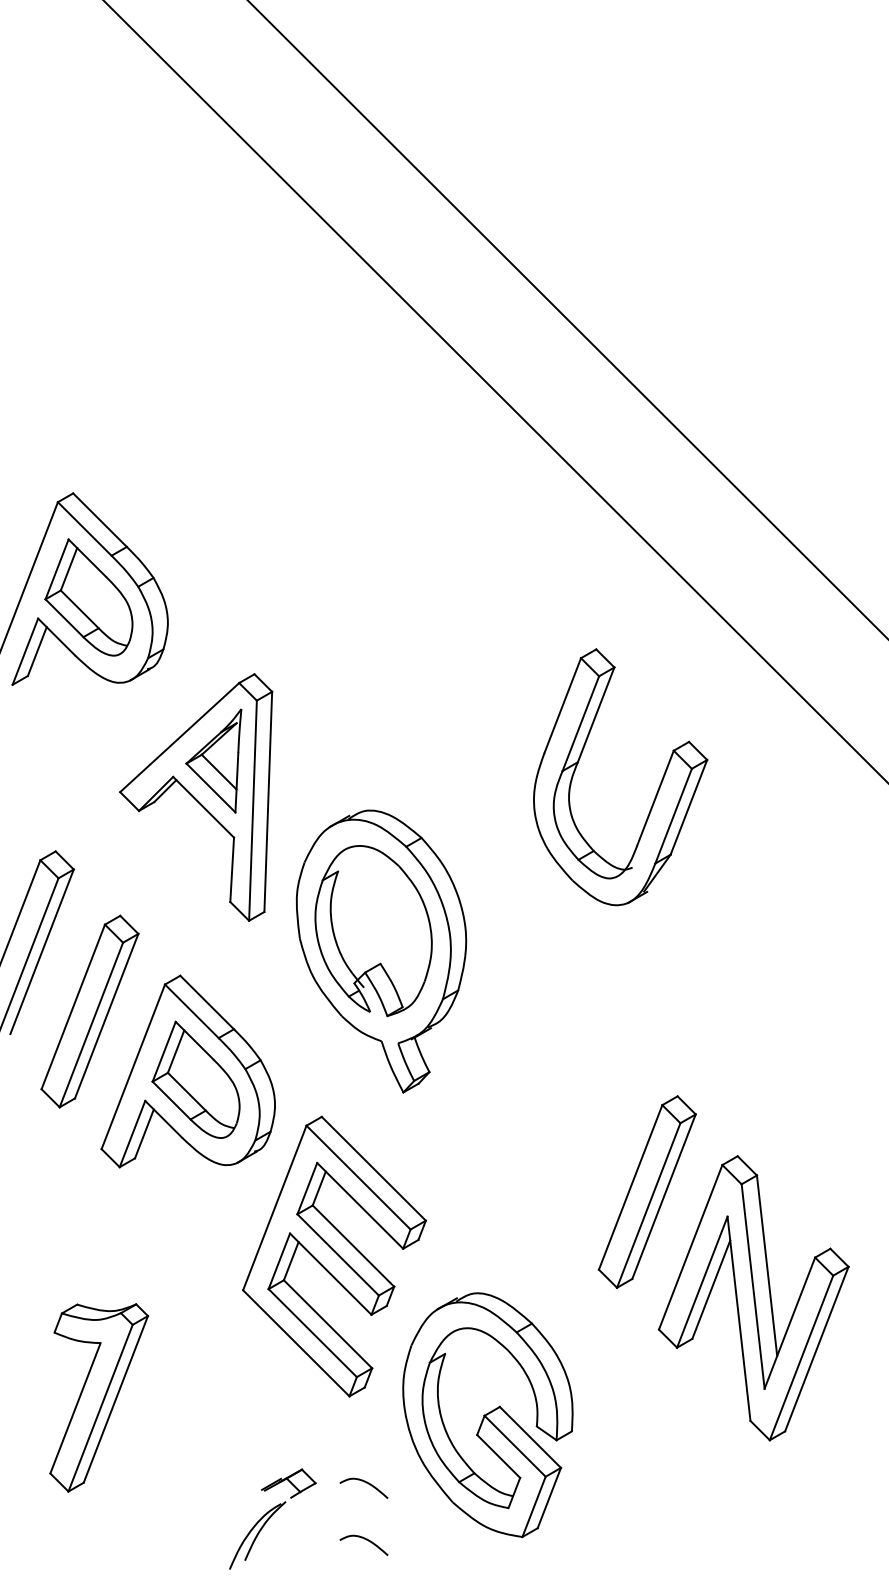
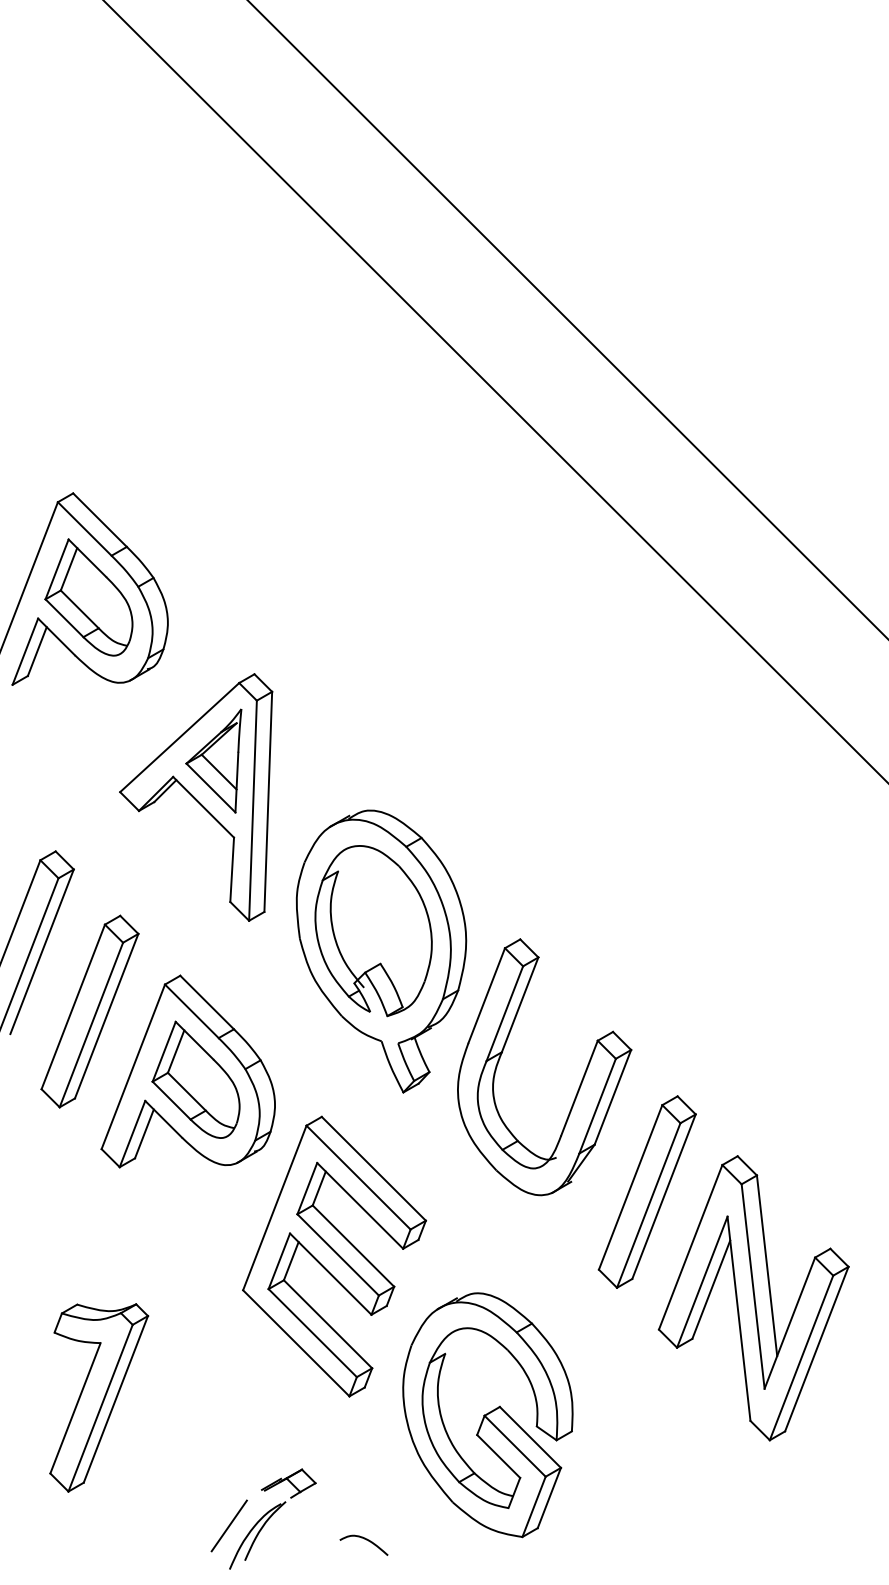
part at (657, 789) position: (657, 789) -> (581, 1079)
curve at (366, 1483): present -> none
line at (228, 1525): none -> present
